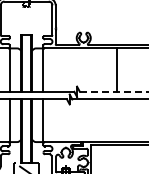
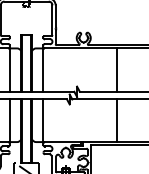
line at (114, 91): dashed -> solid
line at (117, 120): none -> present
